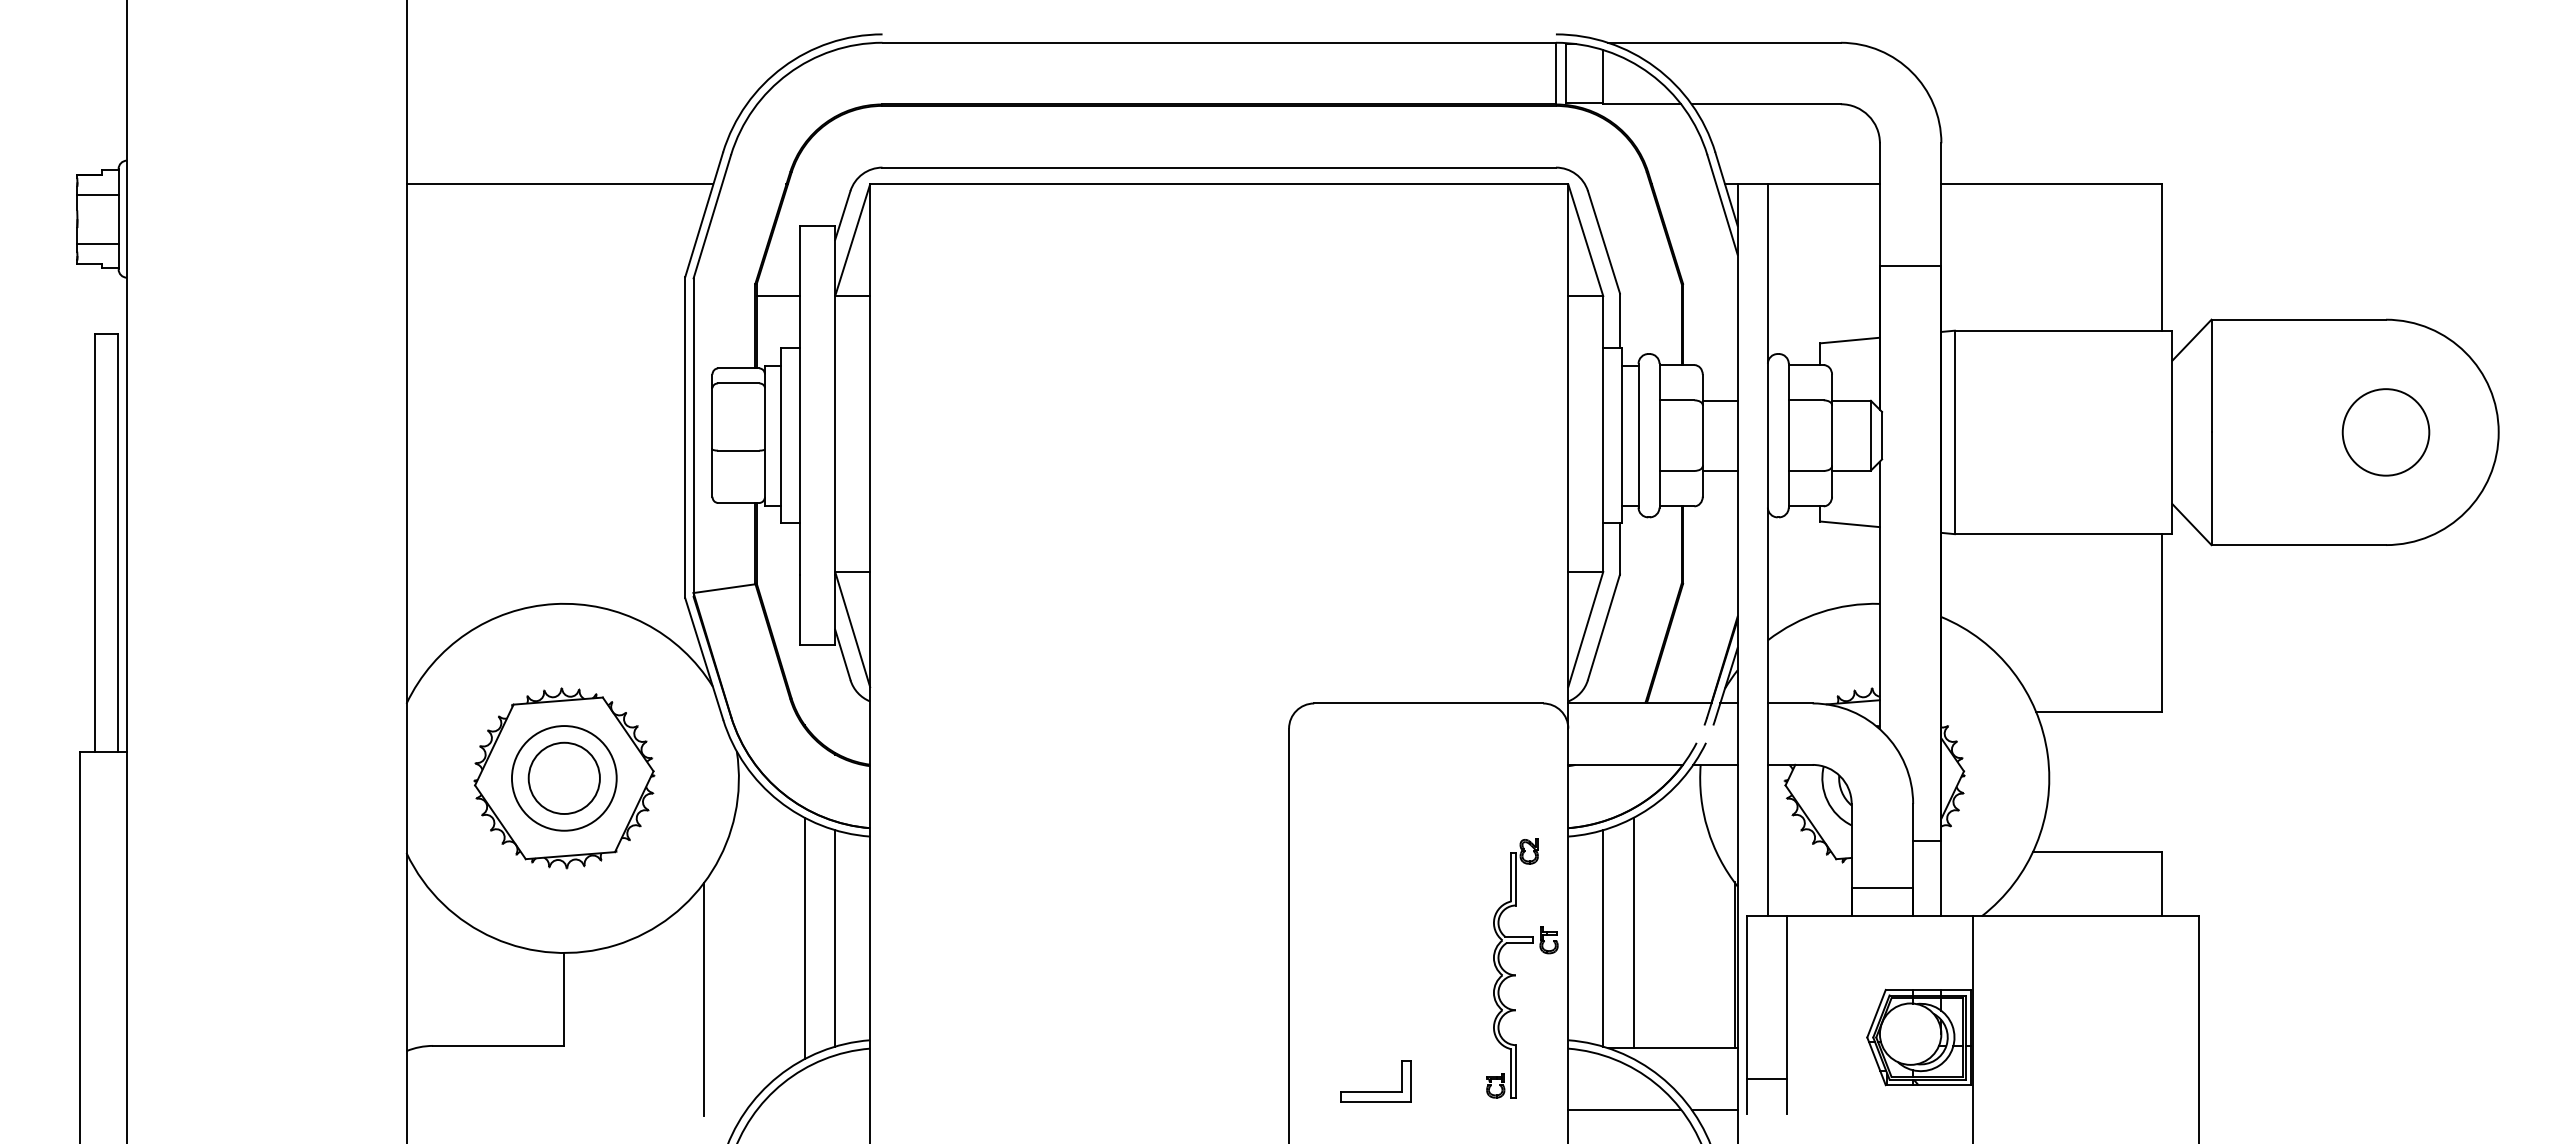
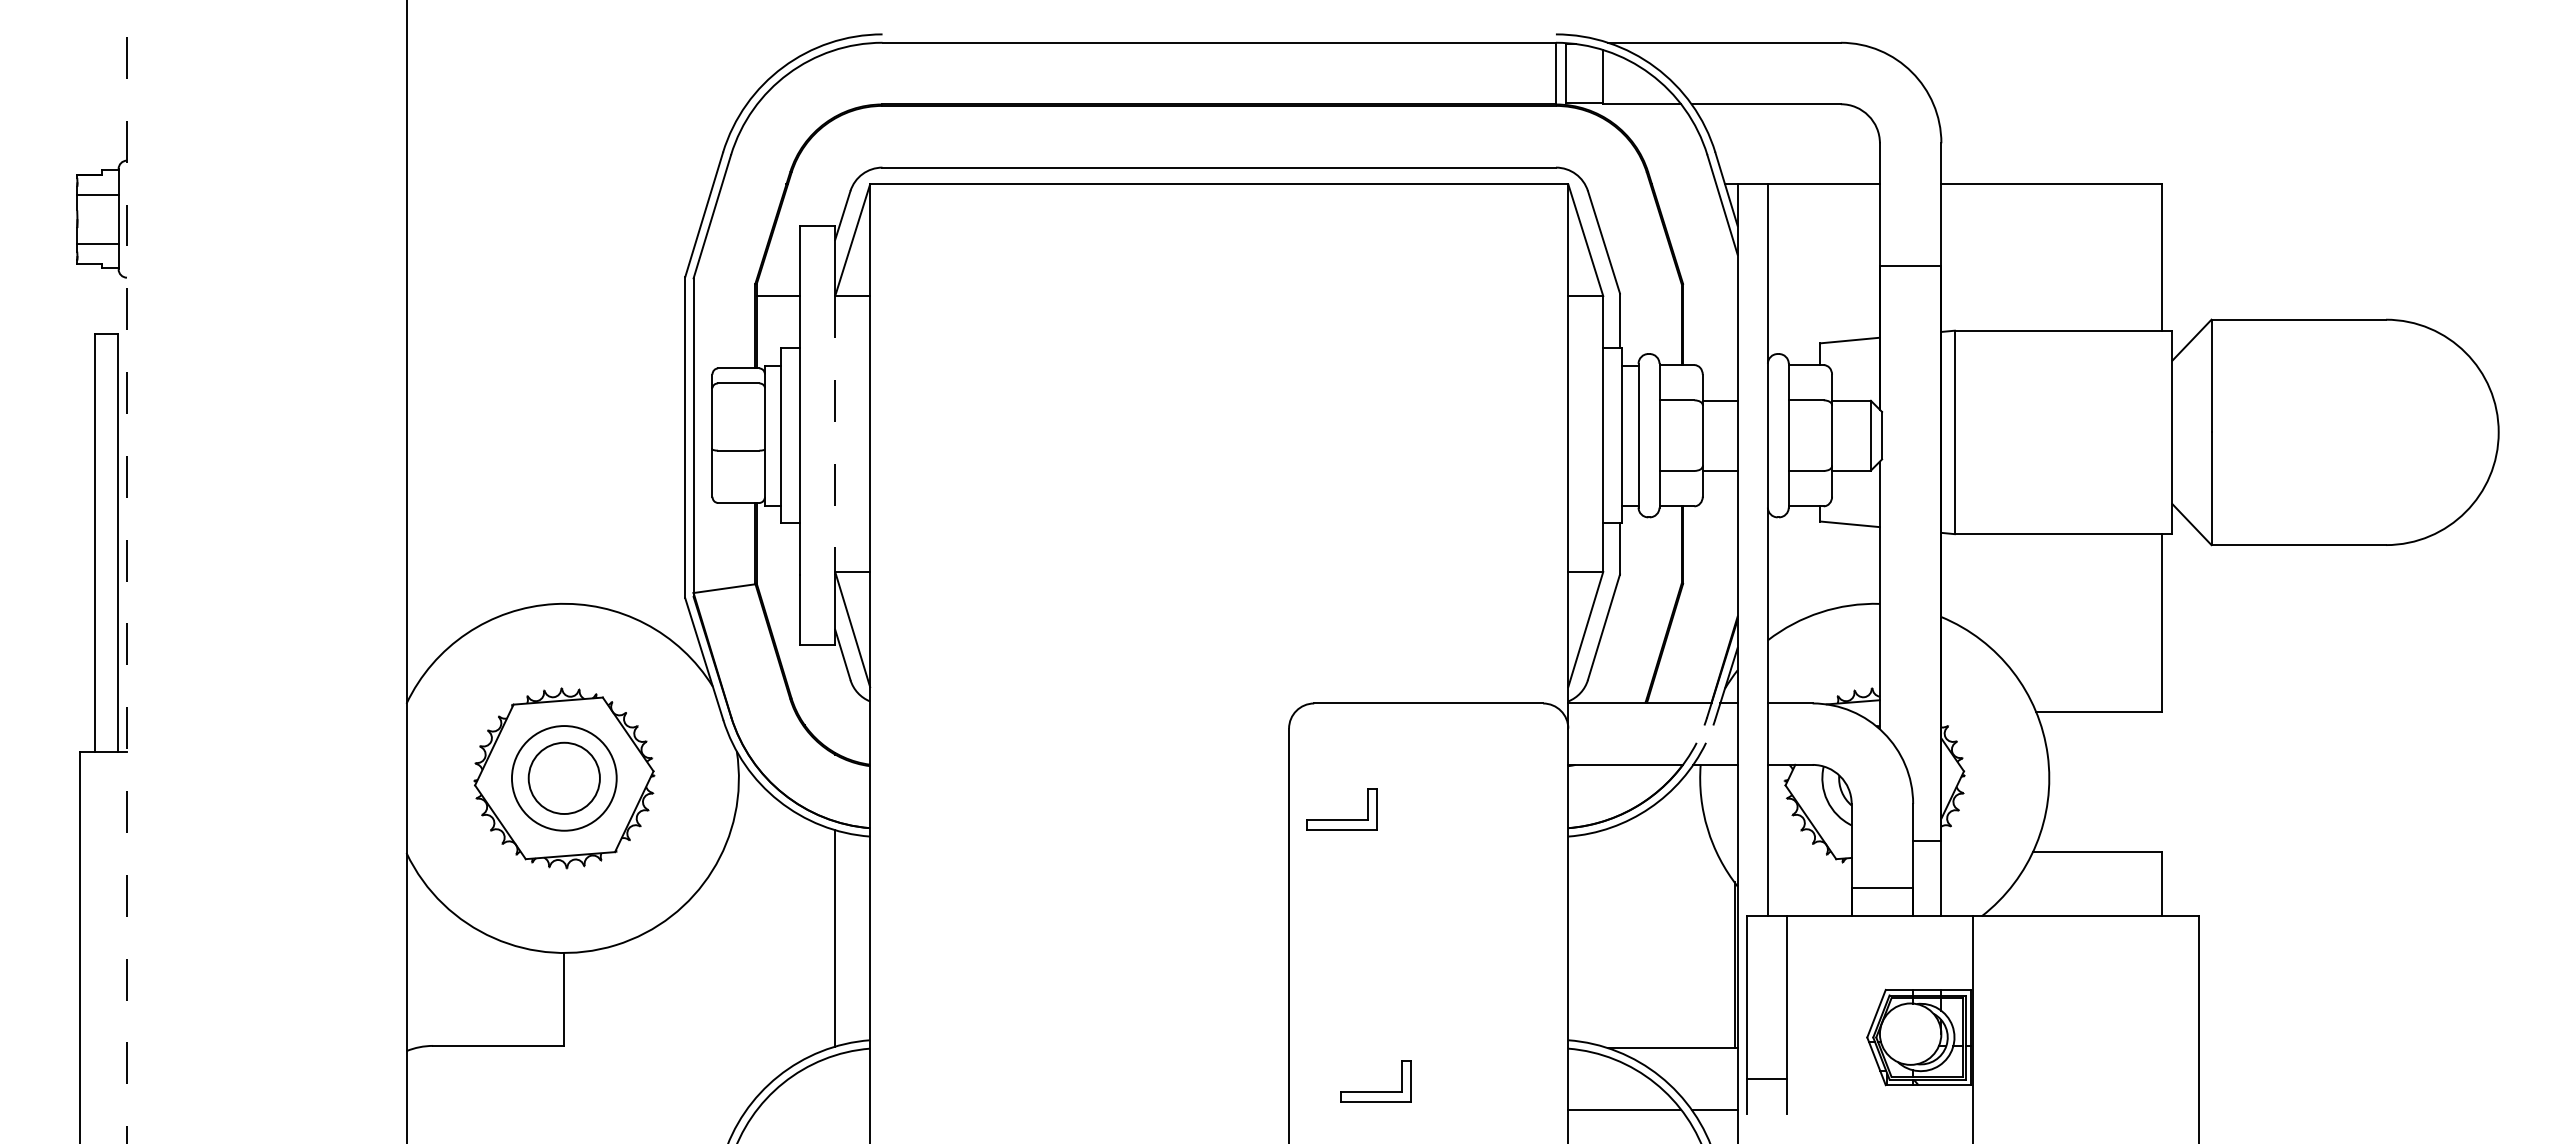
line at (559, 184): present -> none
circle at (2385, 432): present -> none
line at (835, 435): solid -> dashed
line at (127, 572): solid -> dashed
part at (1341, 819): none -> present
line at (1633, 932): present -> none
line at (804, 938): present -> none
line at (1603, 938): present -> none
part at (1515, 974): present -> none
line at (703, 999): present -> none
